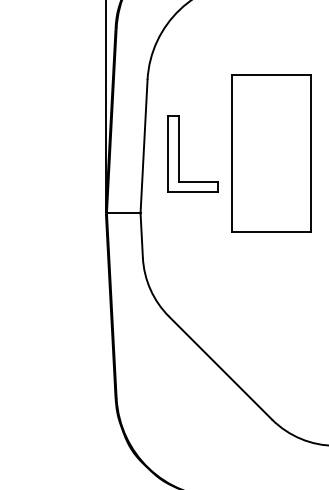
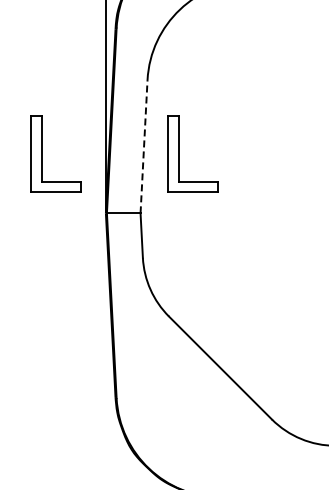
line at (144, 146): solid -> dashed
part at (42, 153): none -> present
part at (271, 153): present -> none
